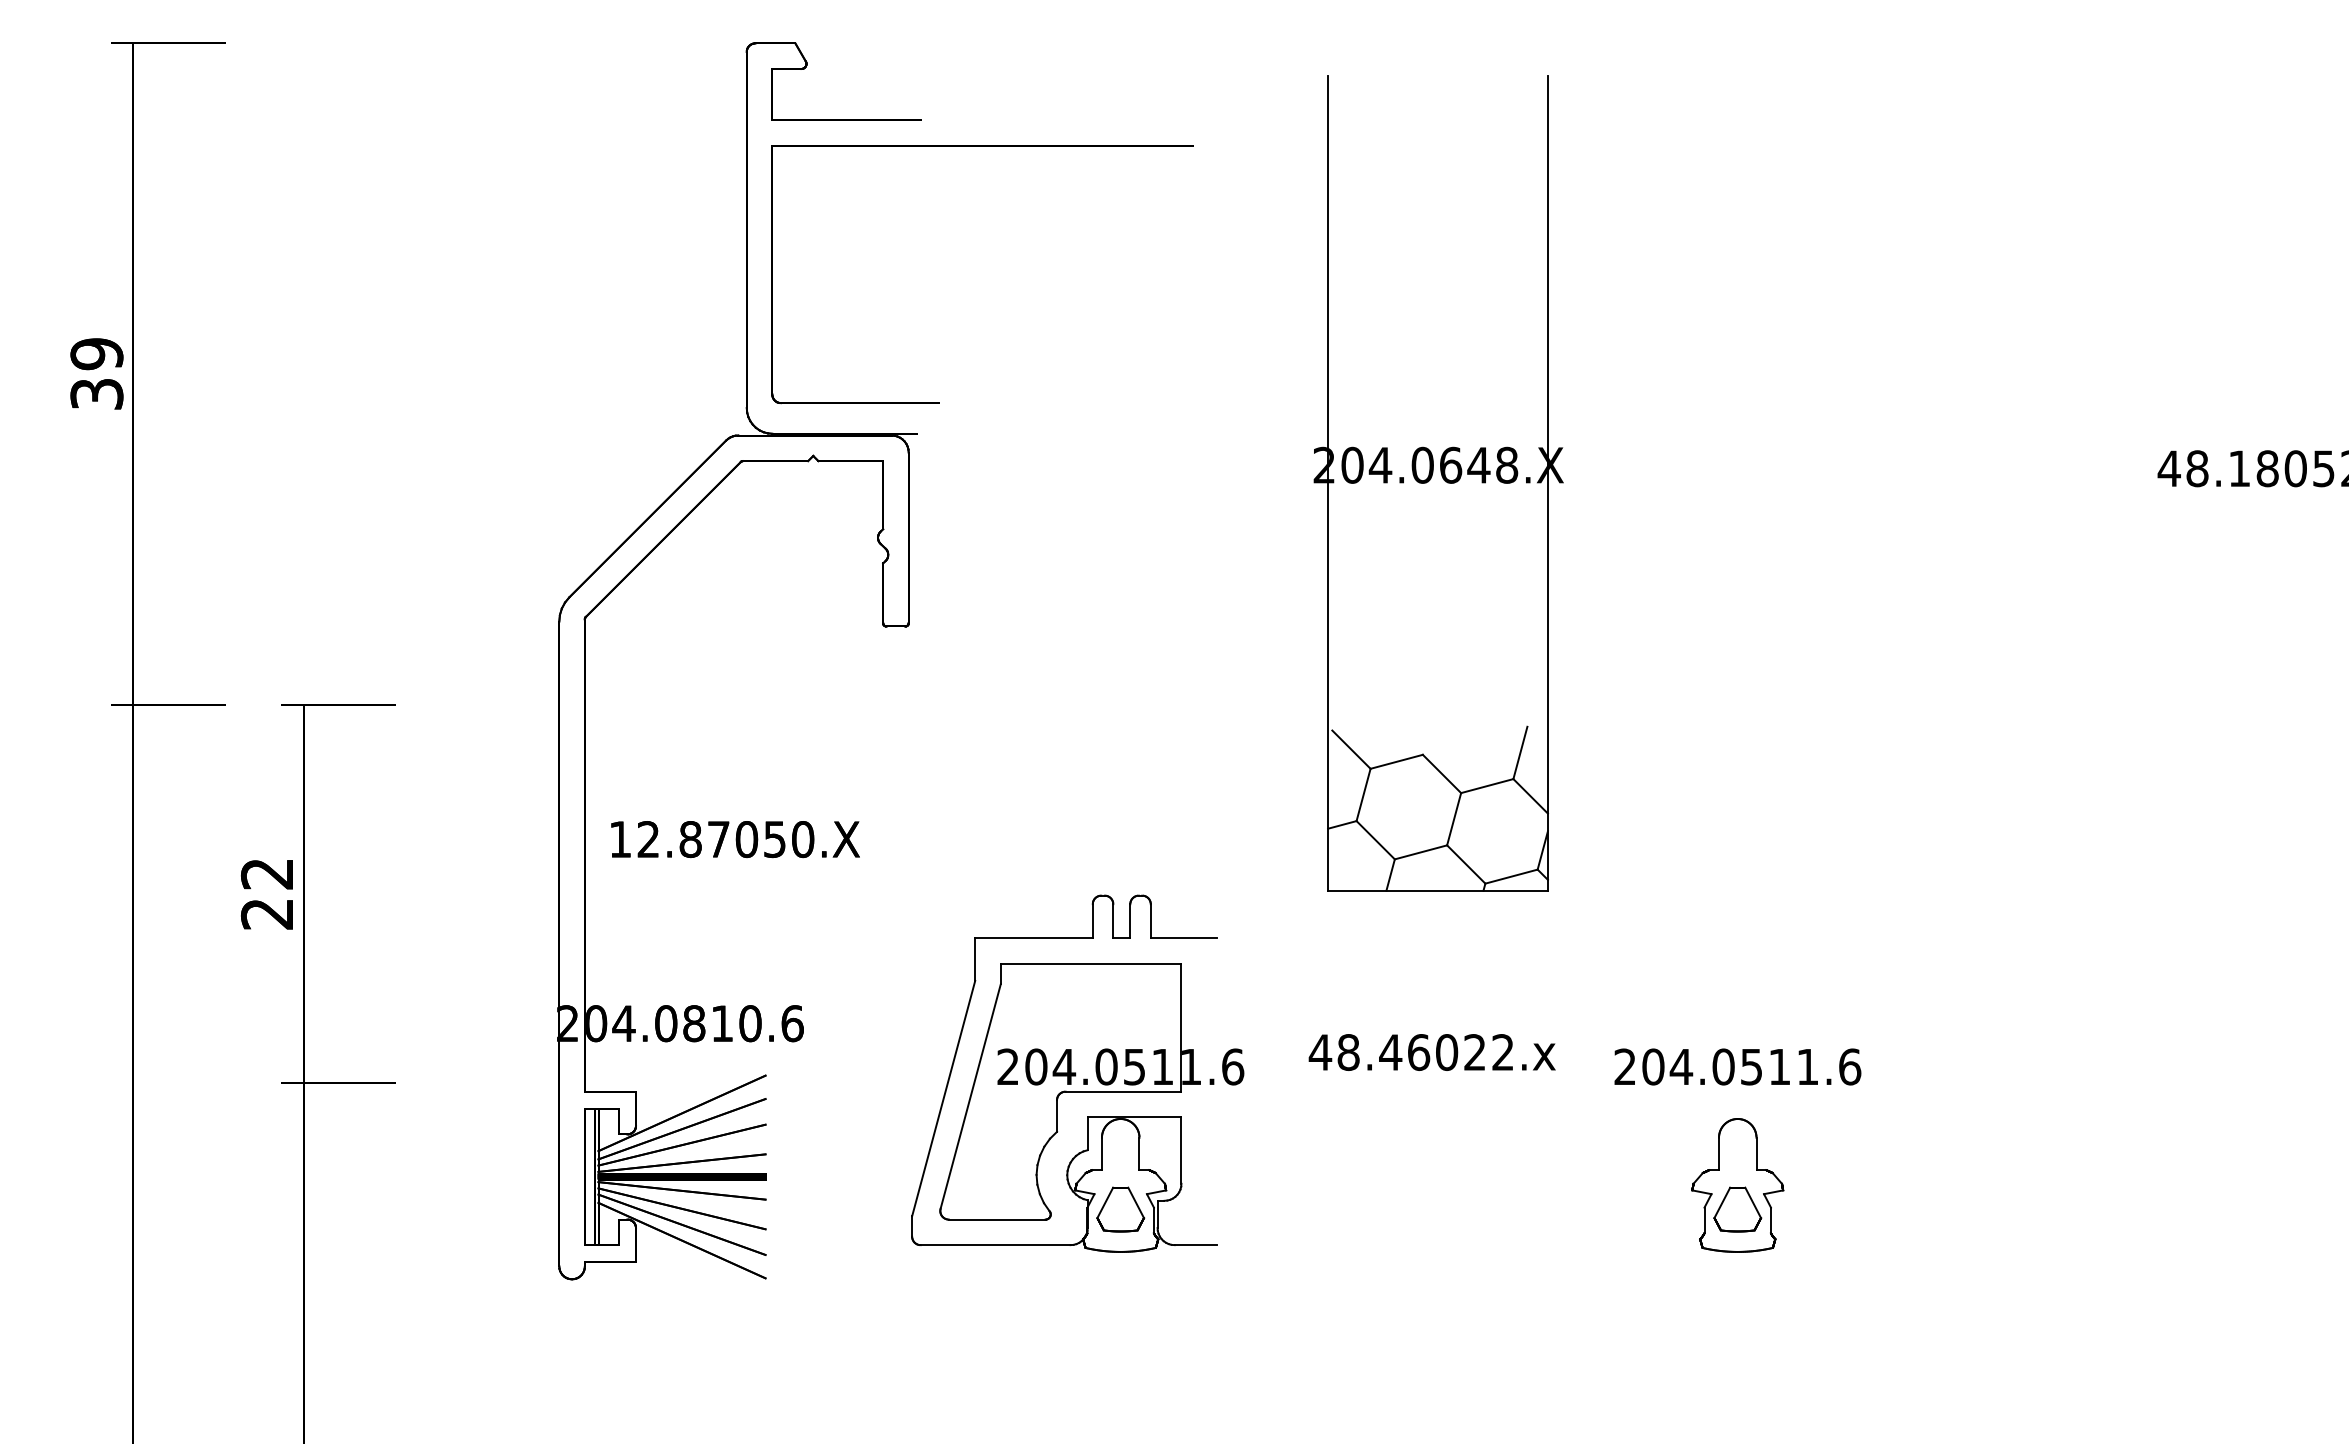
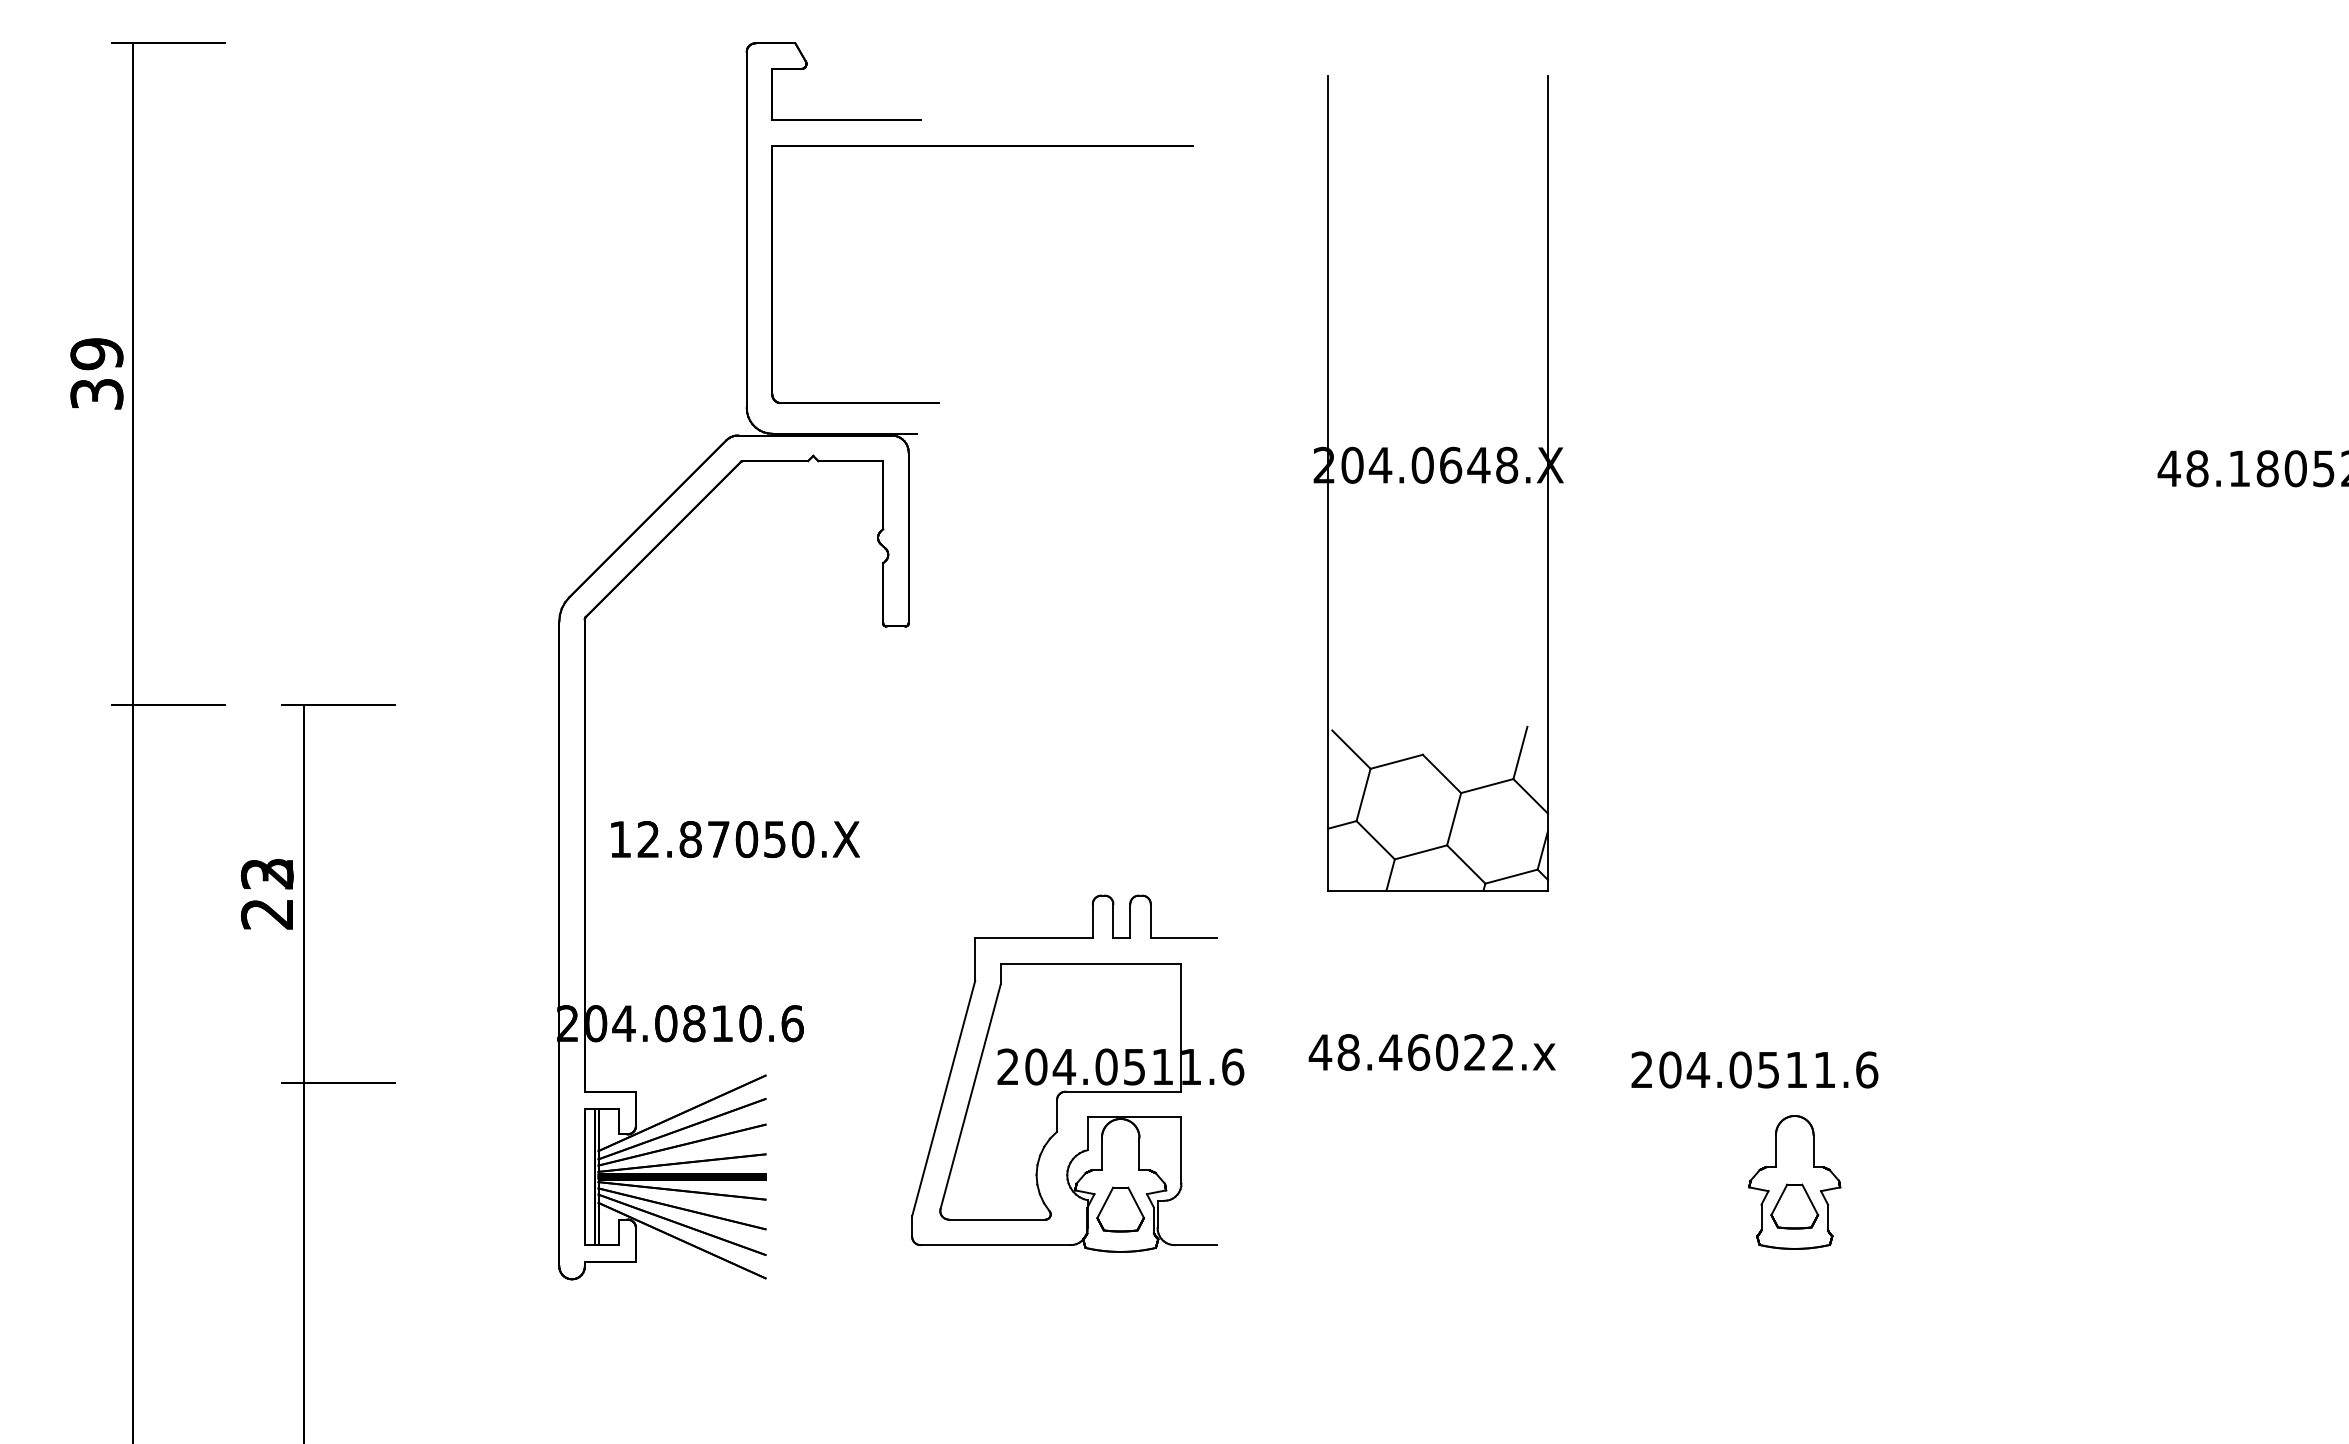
text at (267, 874): 22 -> 23
text at (1737, 1066) position: (1737, 1066) -> (1754, 1069)
part at (1737, 1185) position: (1737, 1185) -> (1794, 1182)
